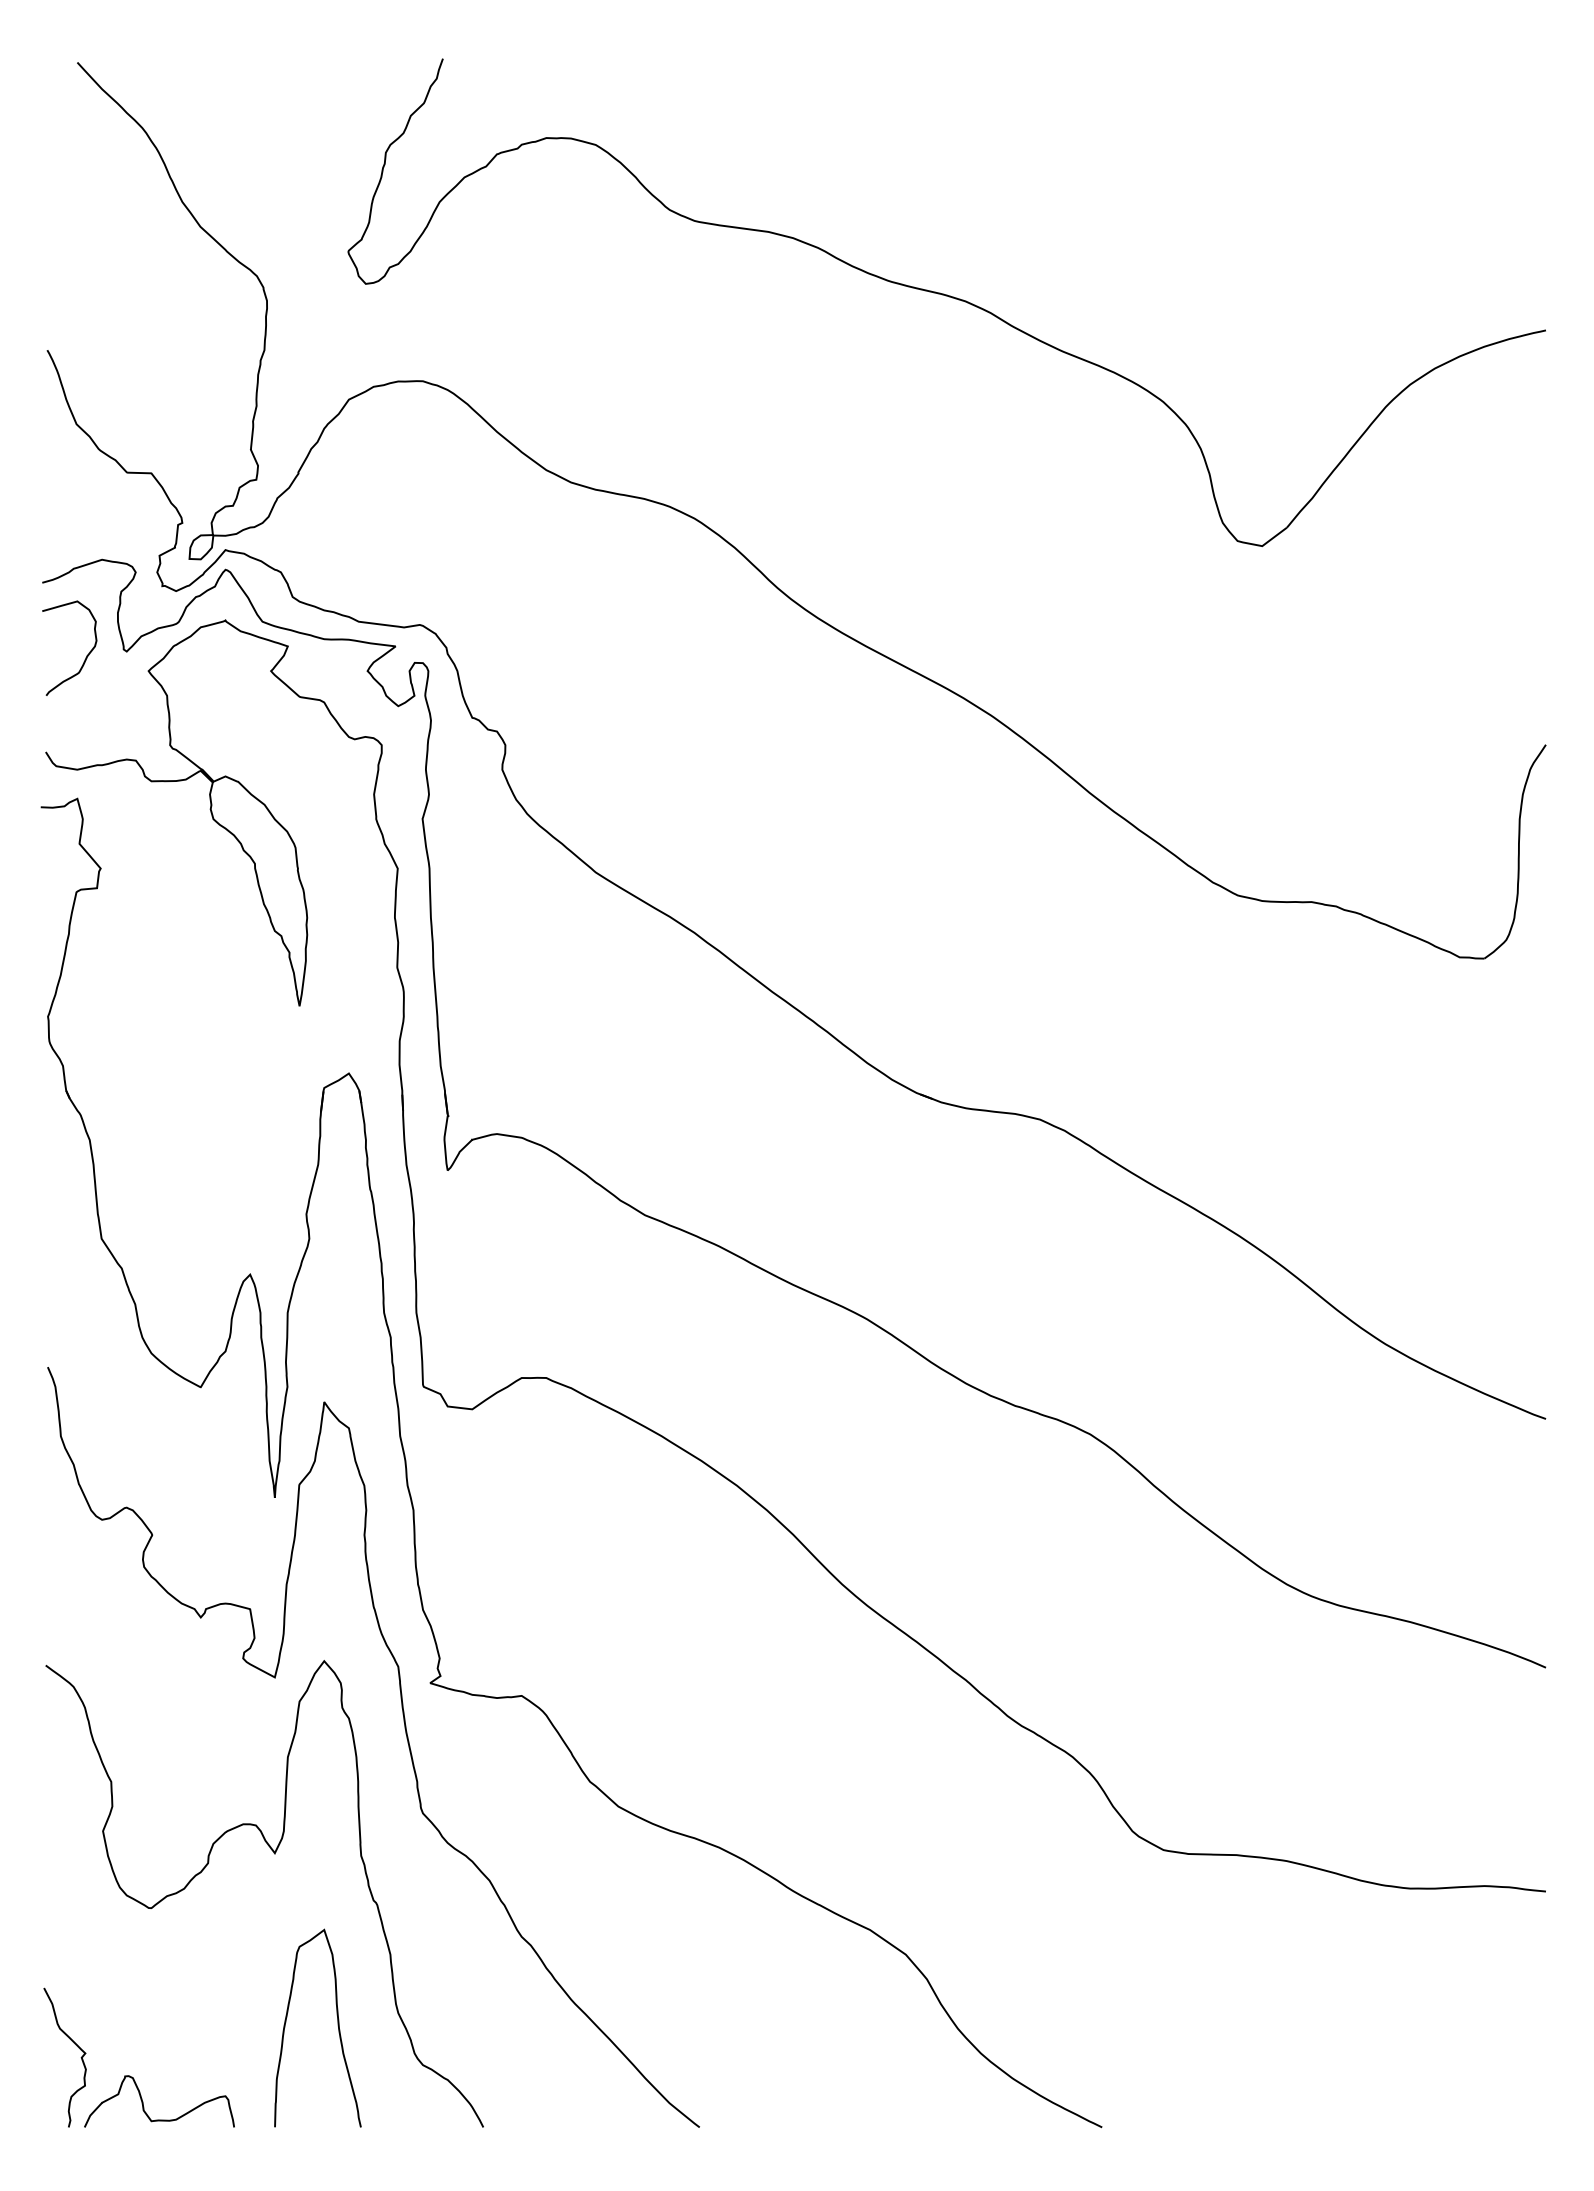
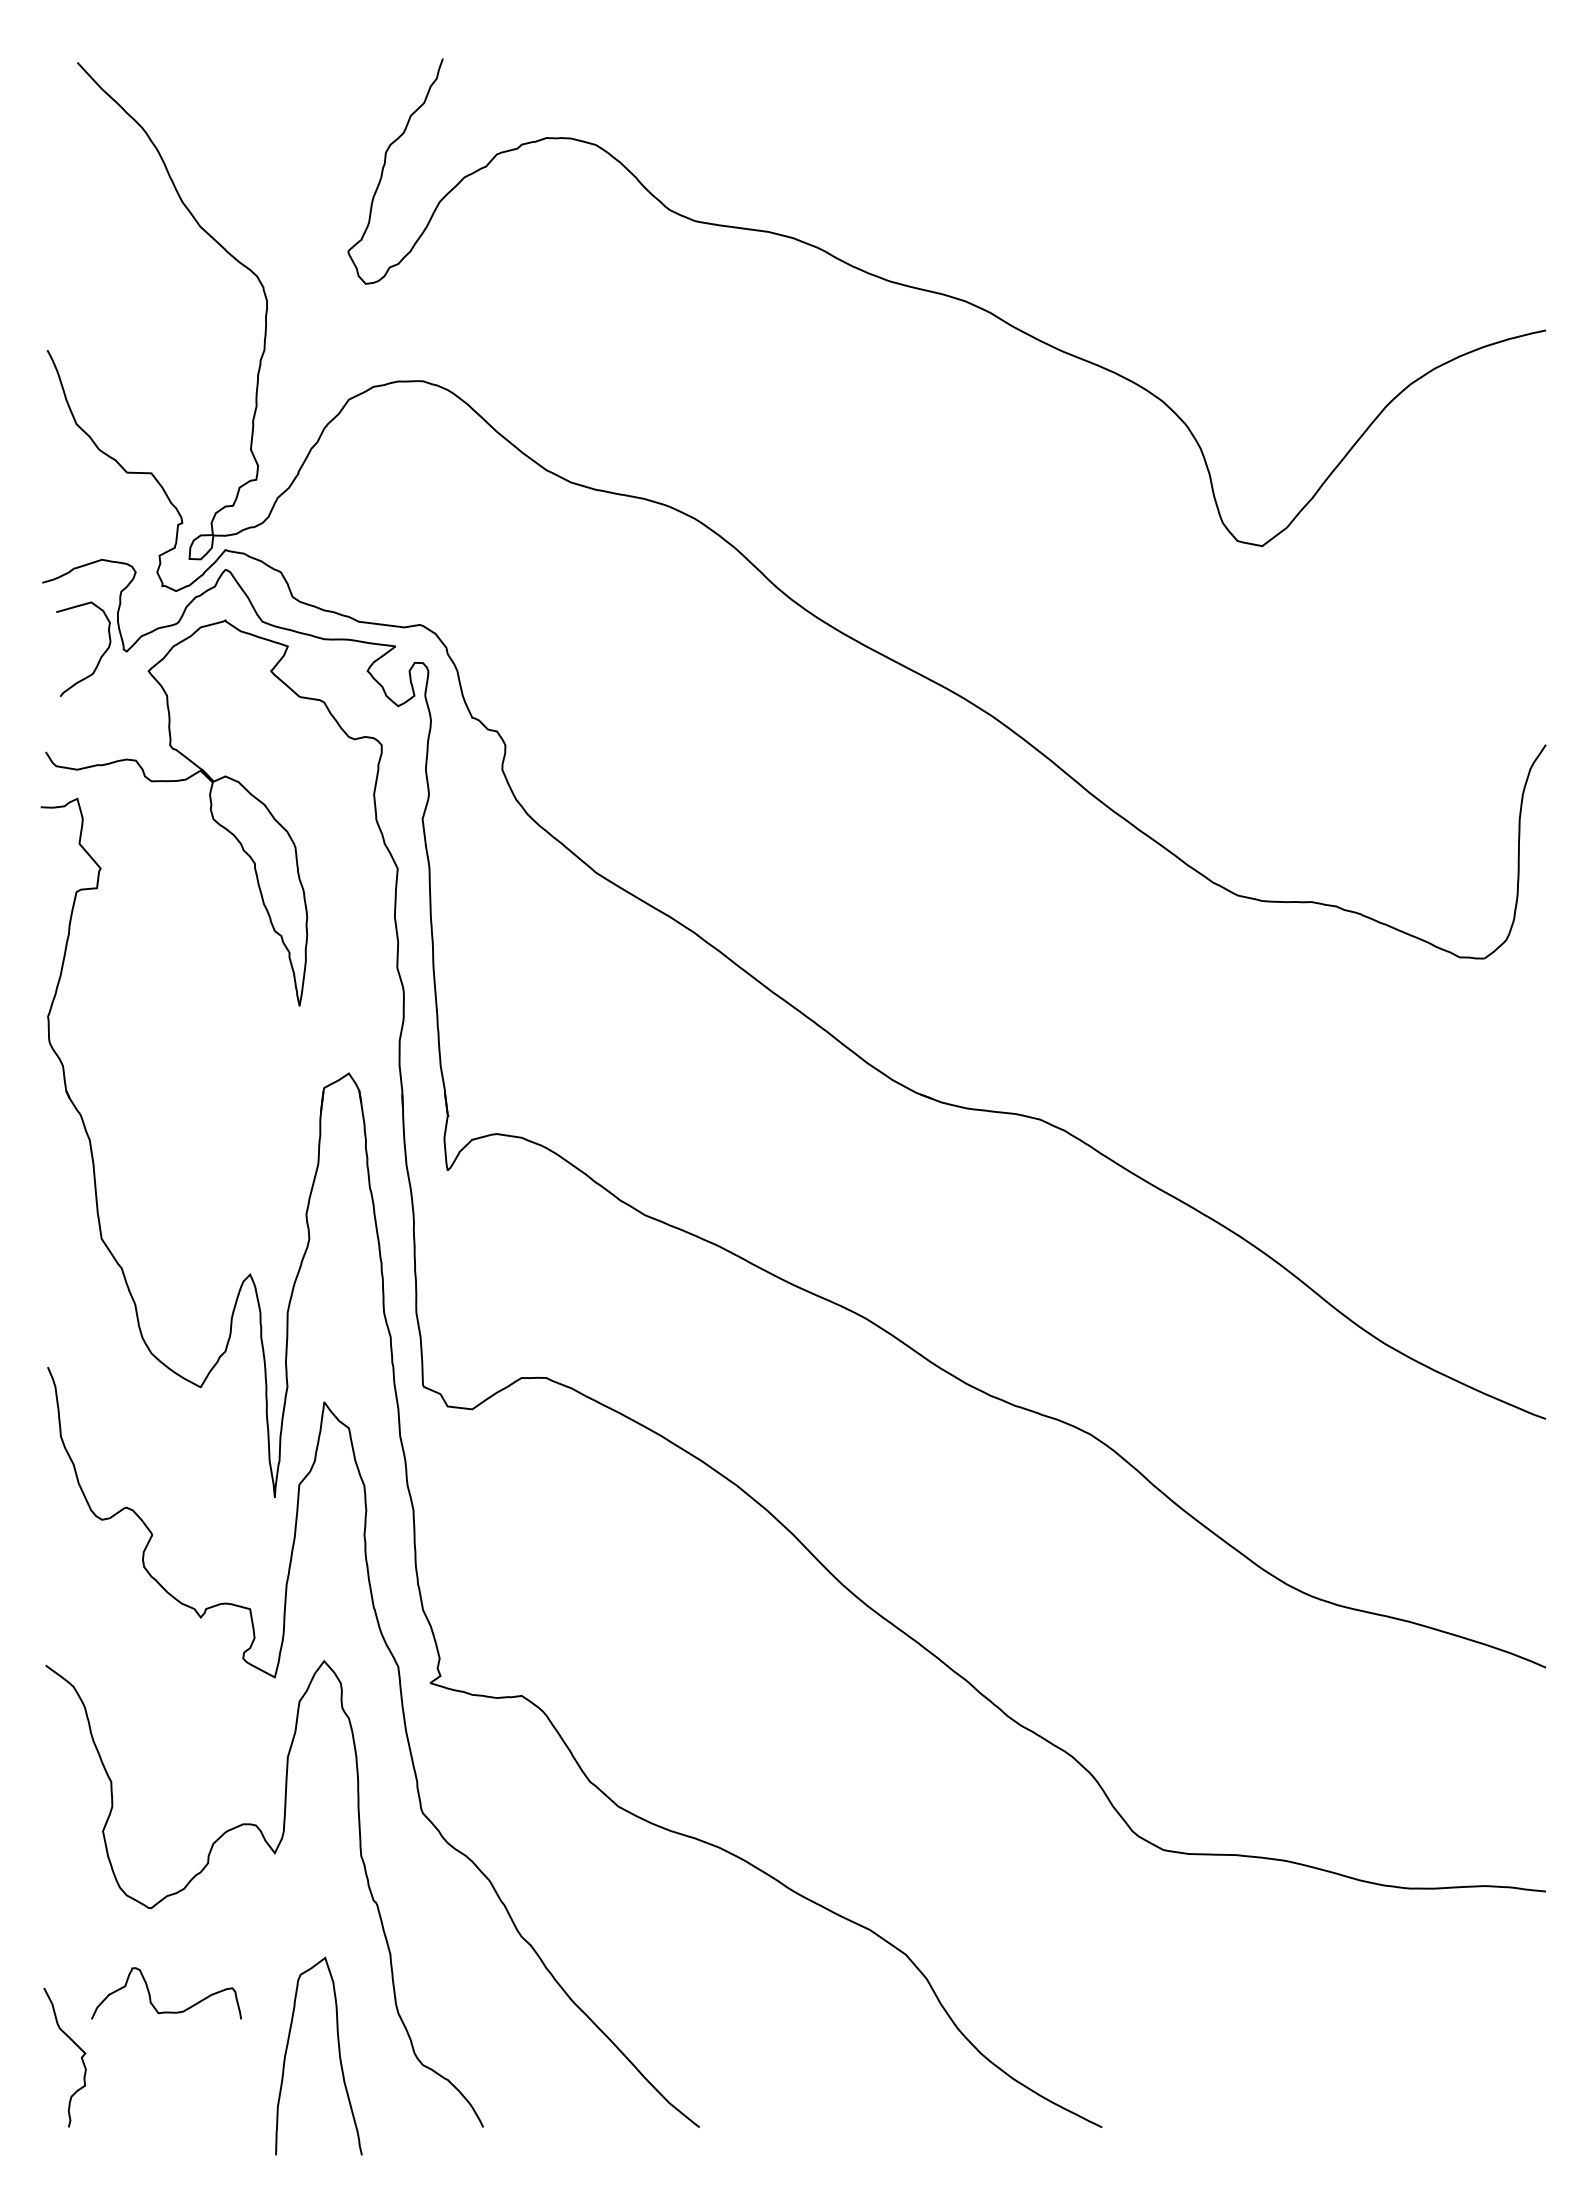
curve at (86, 655) position: (86, 655) -> (100, 656)
curve at (337, 2025) position: (337, 2025) -> (338, 2053)
curve at (143, 2101) position: (143, 2101) -> (150, 1993)
